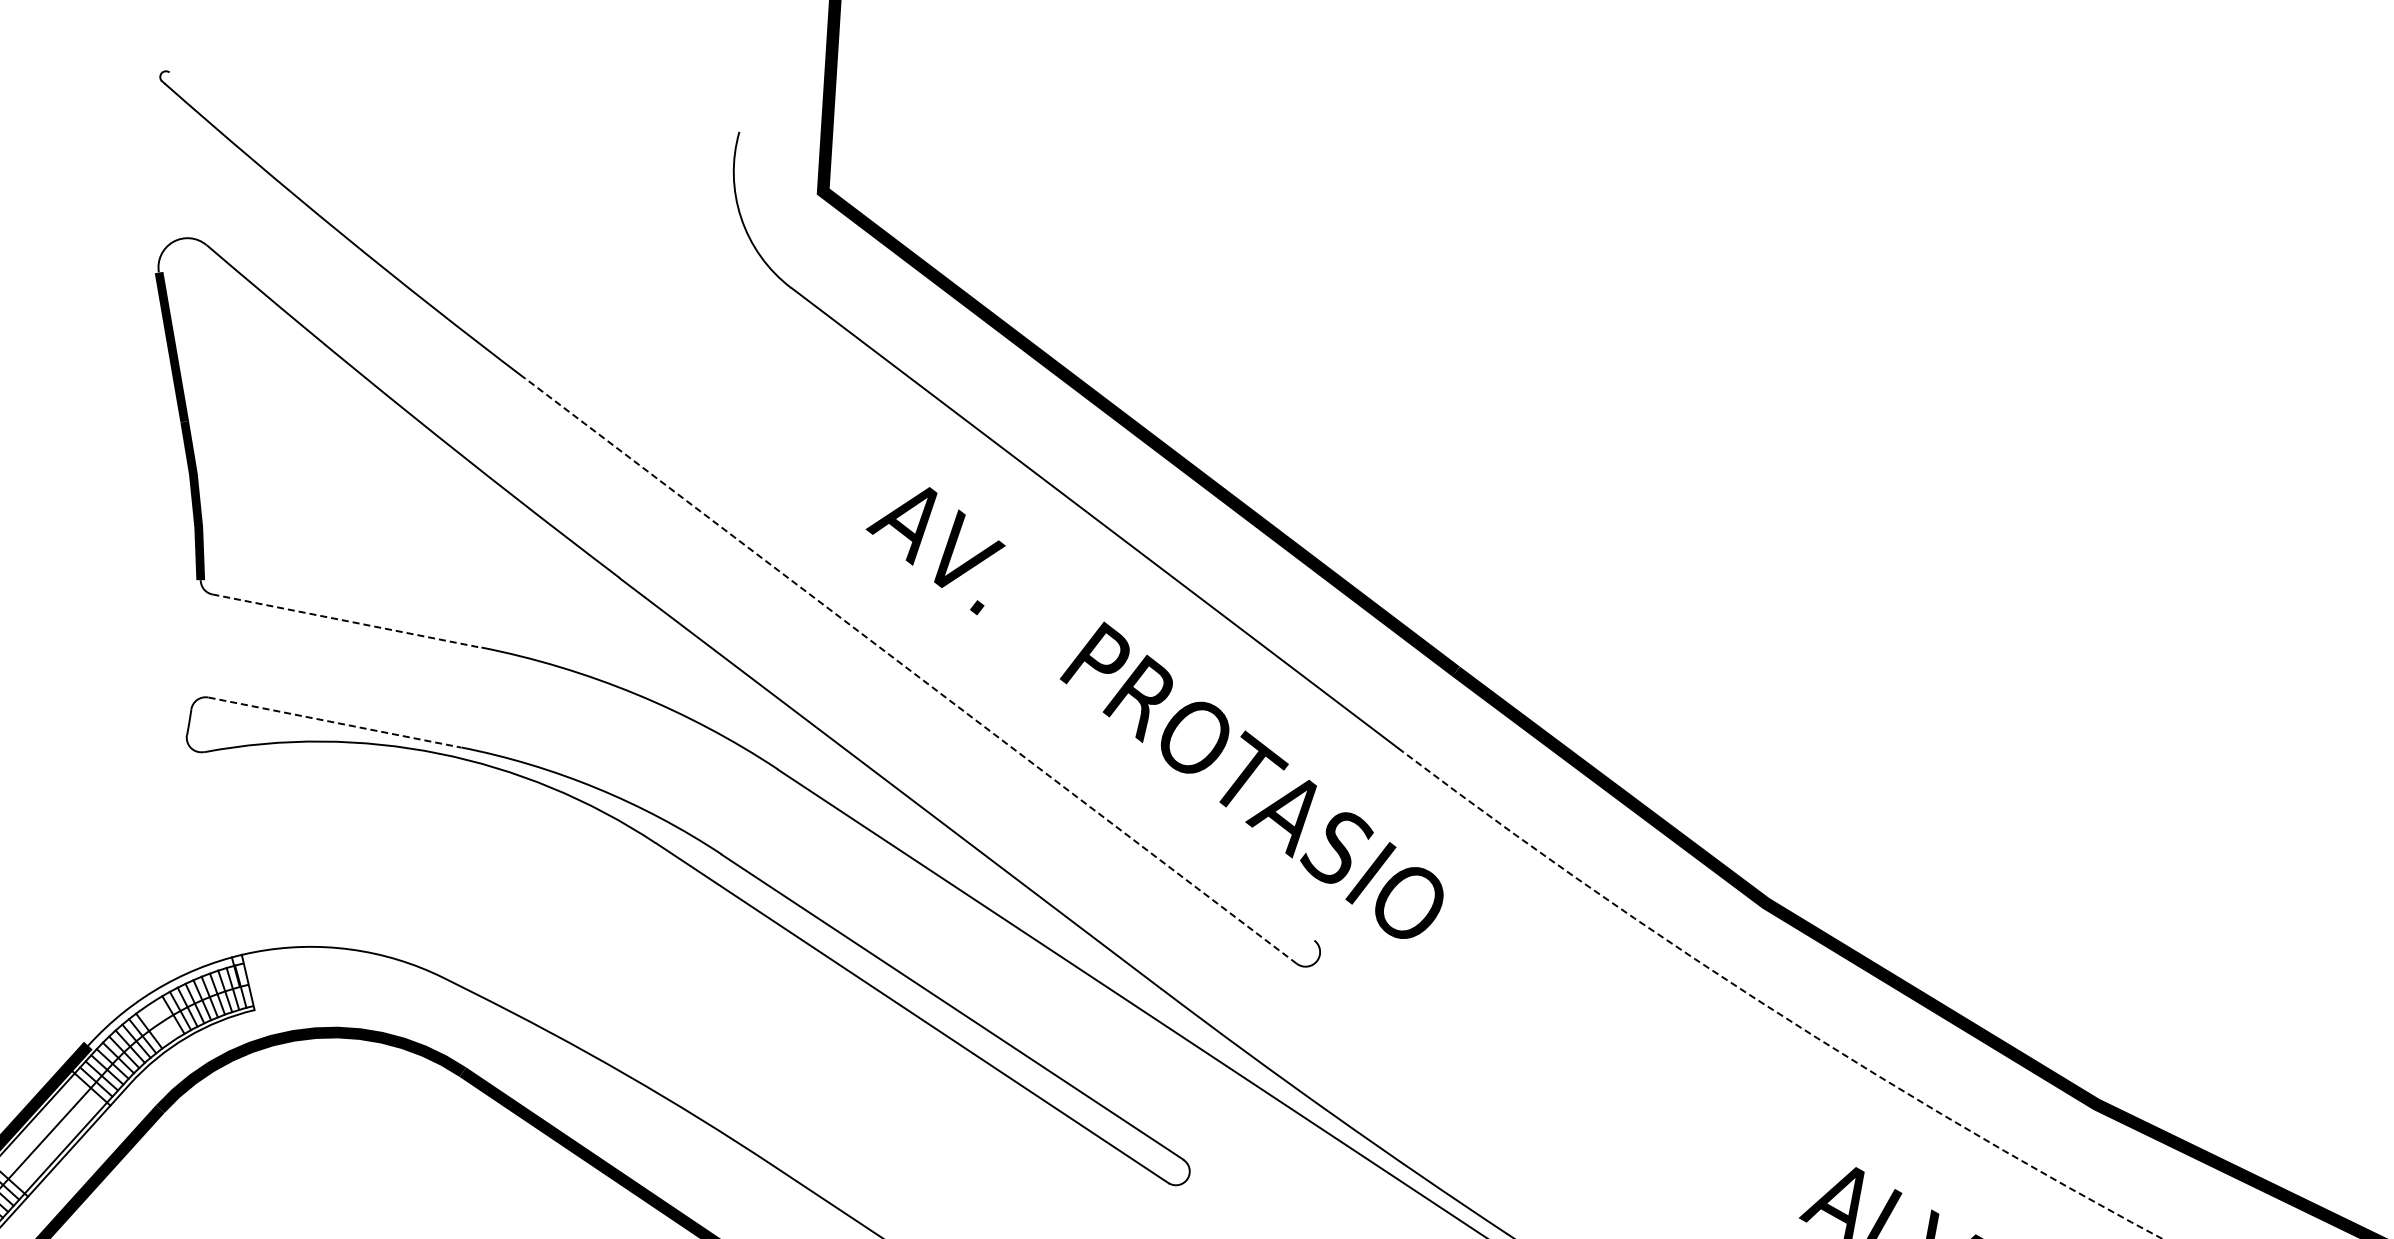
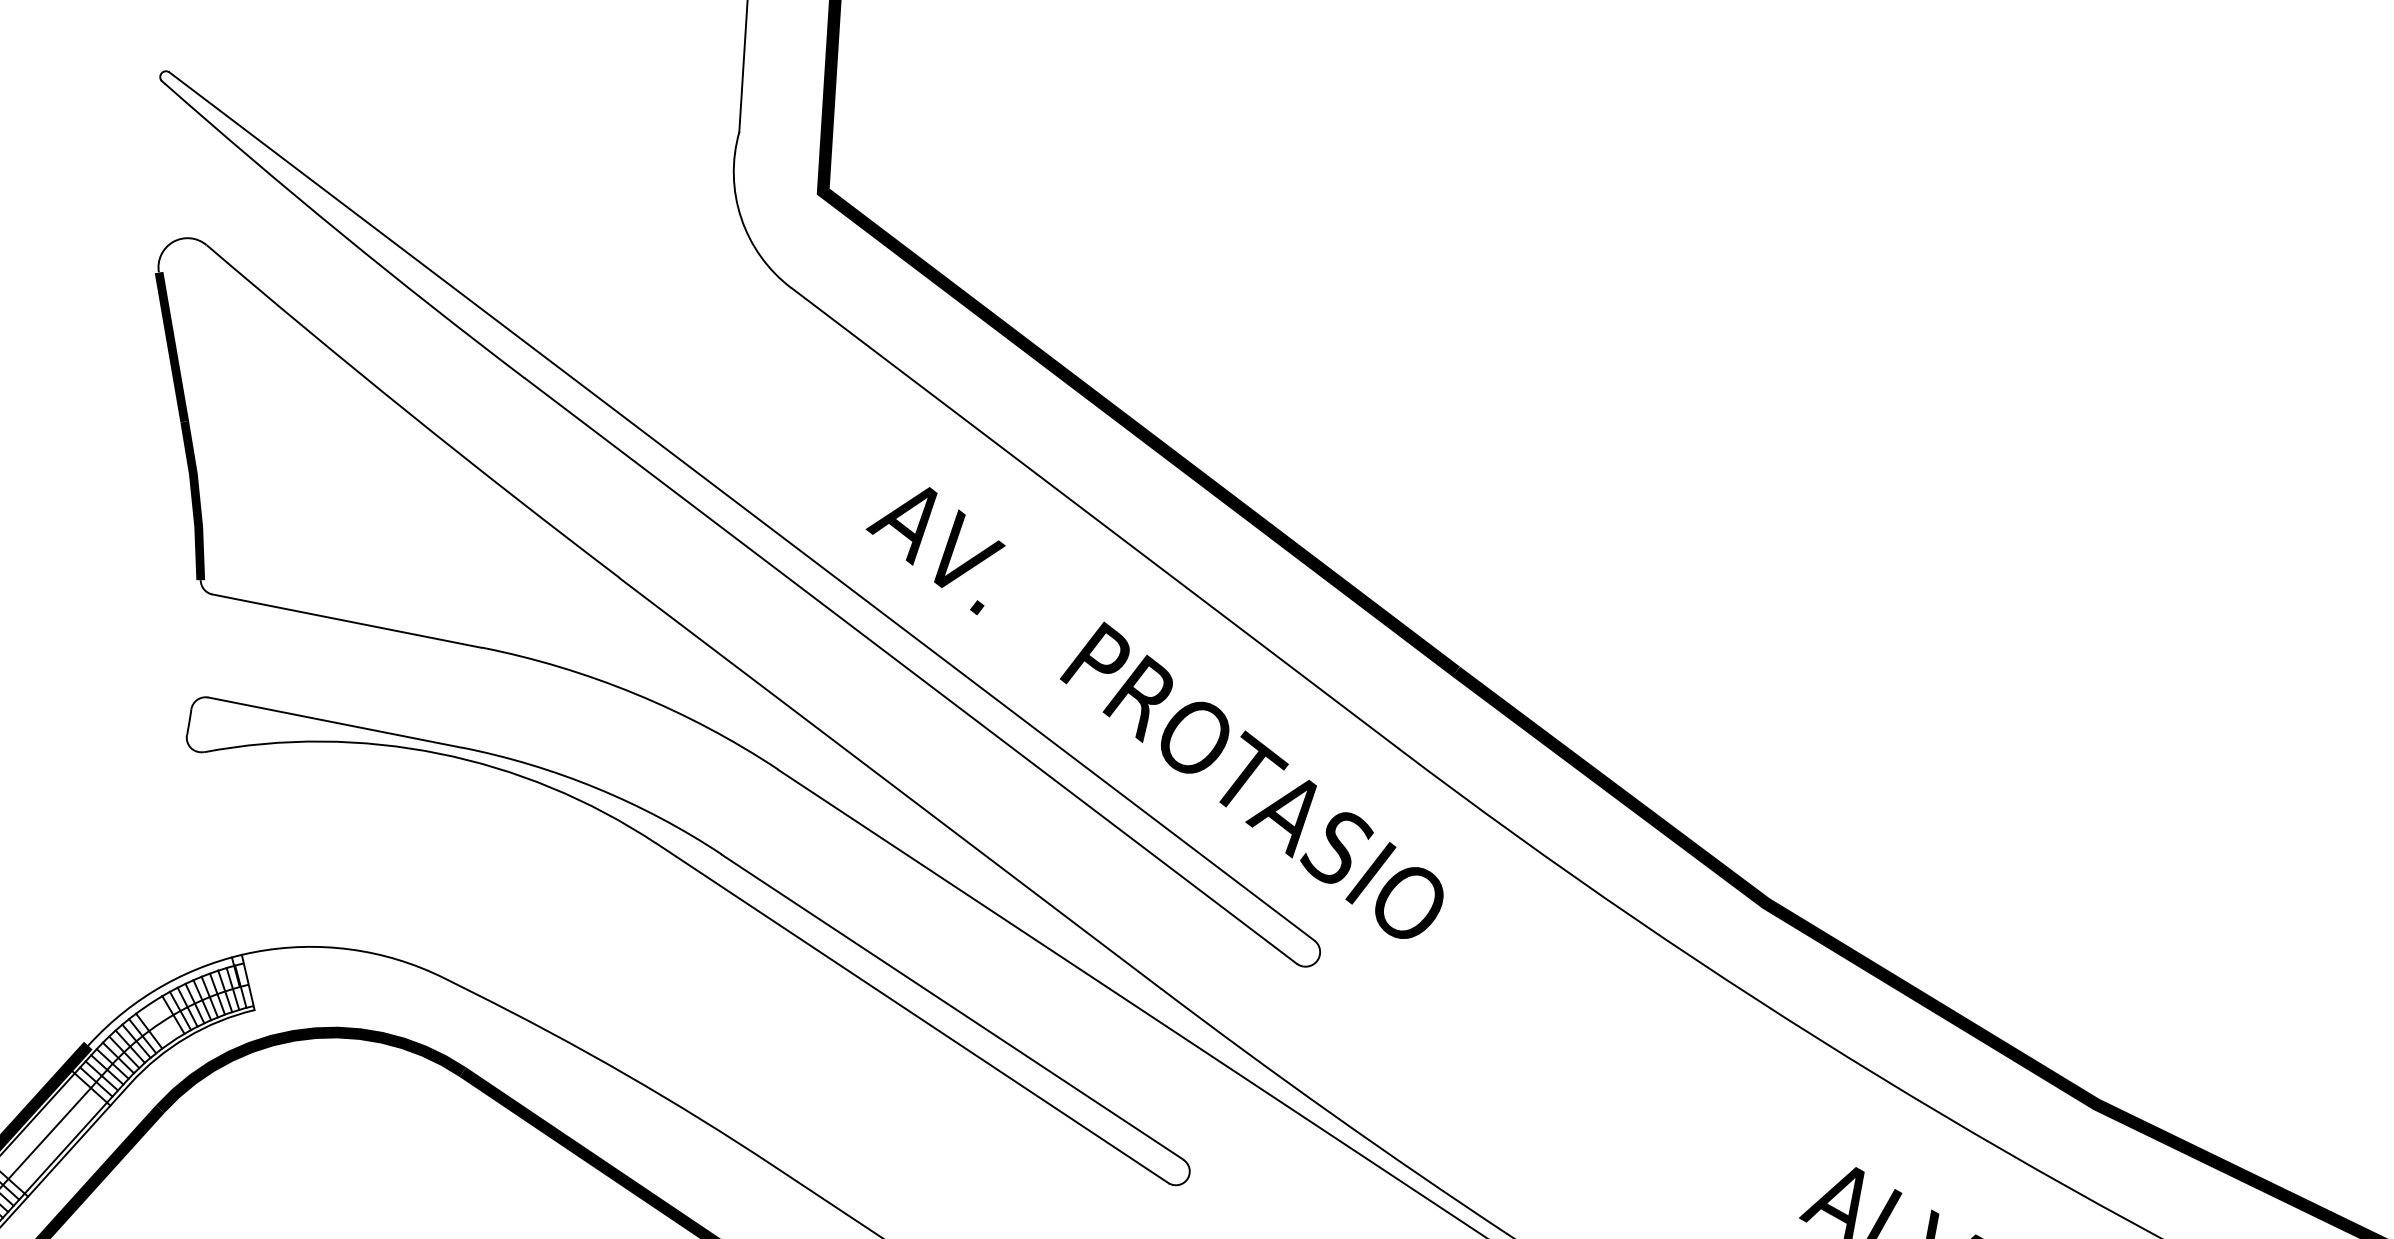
line at (743, 66): none -> present
line at (741, 506): none -> present
line at (347, 621): dashed -> solid
line at (910, 670): dashed -> solid
line at (335, 722): dashed -> solid
arc at (1771, 1008): dashed -> solid
